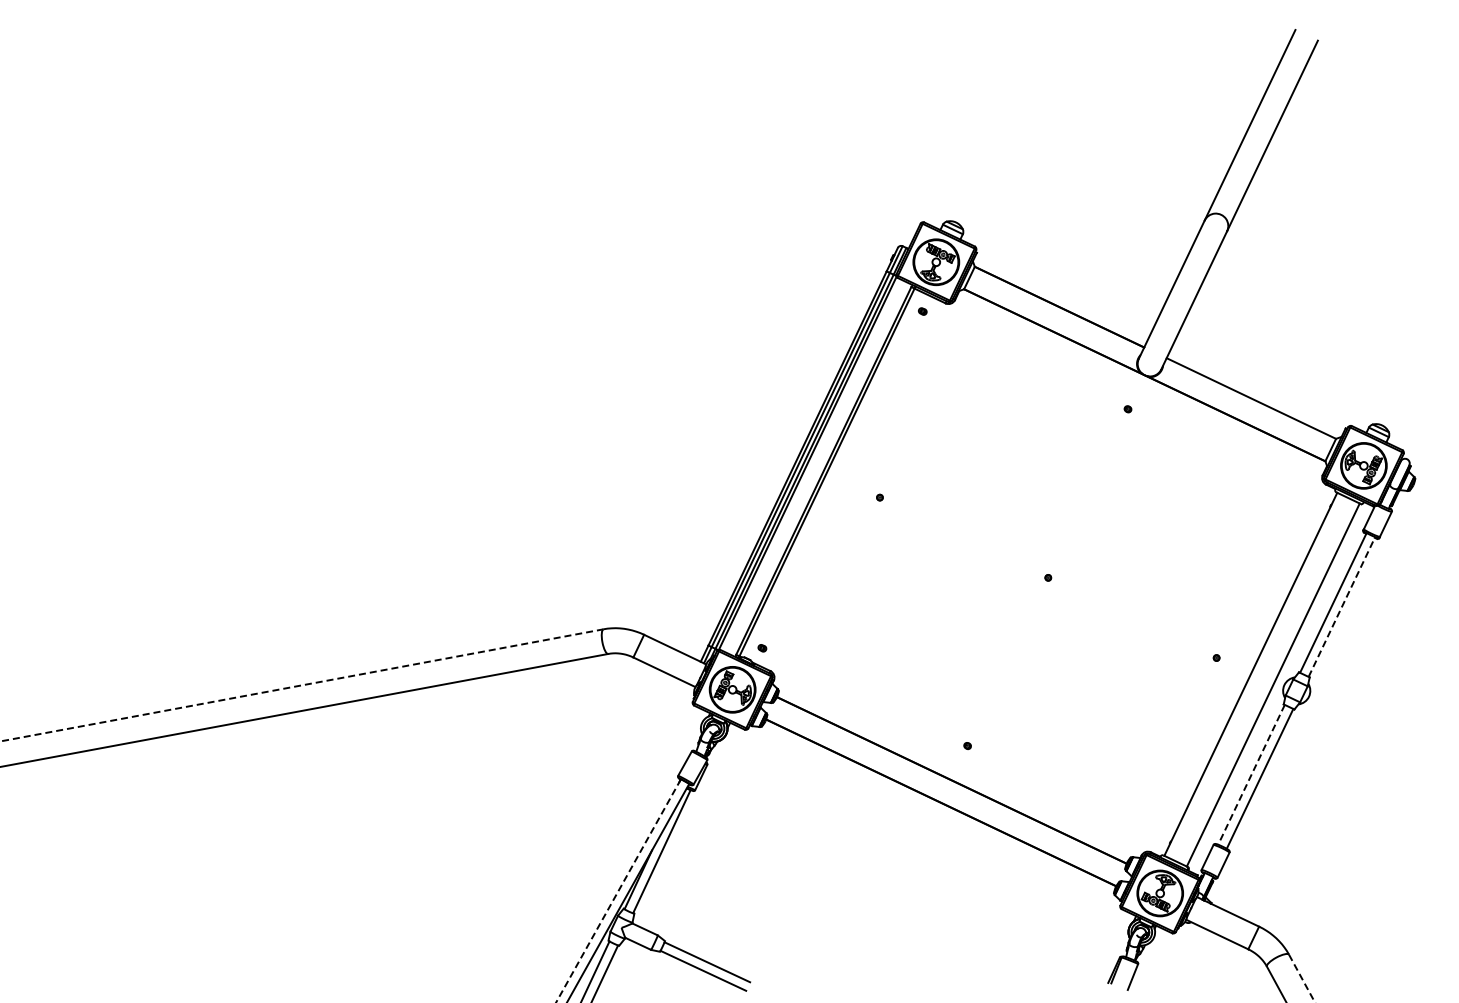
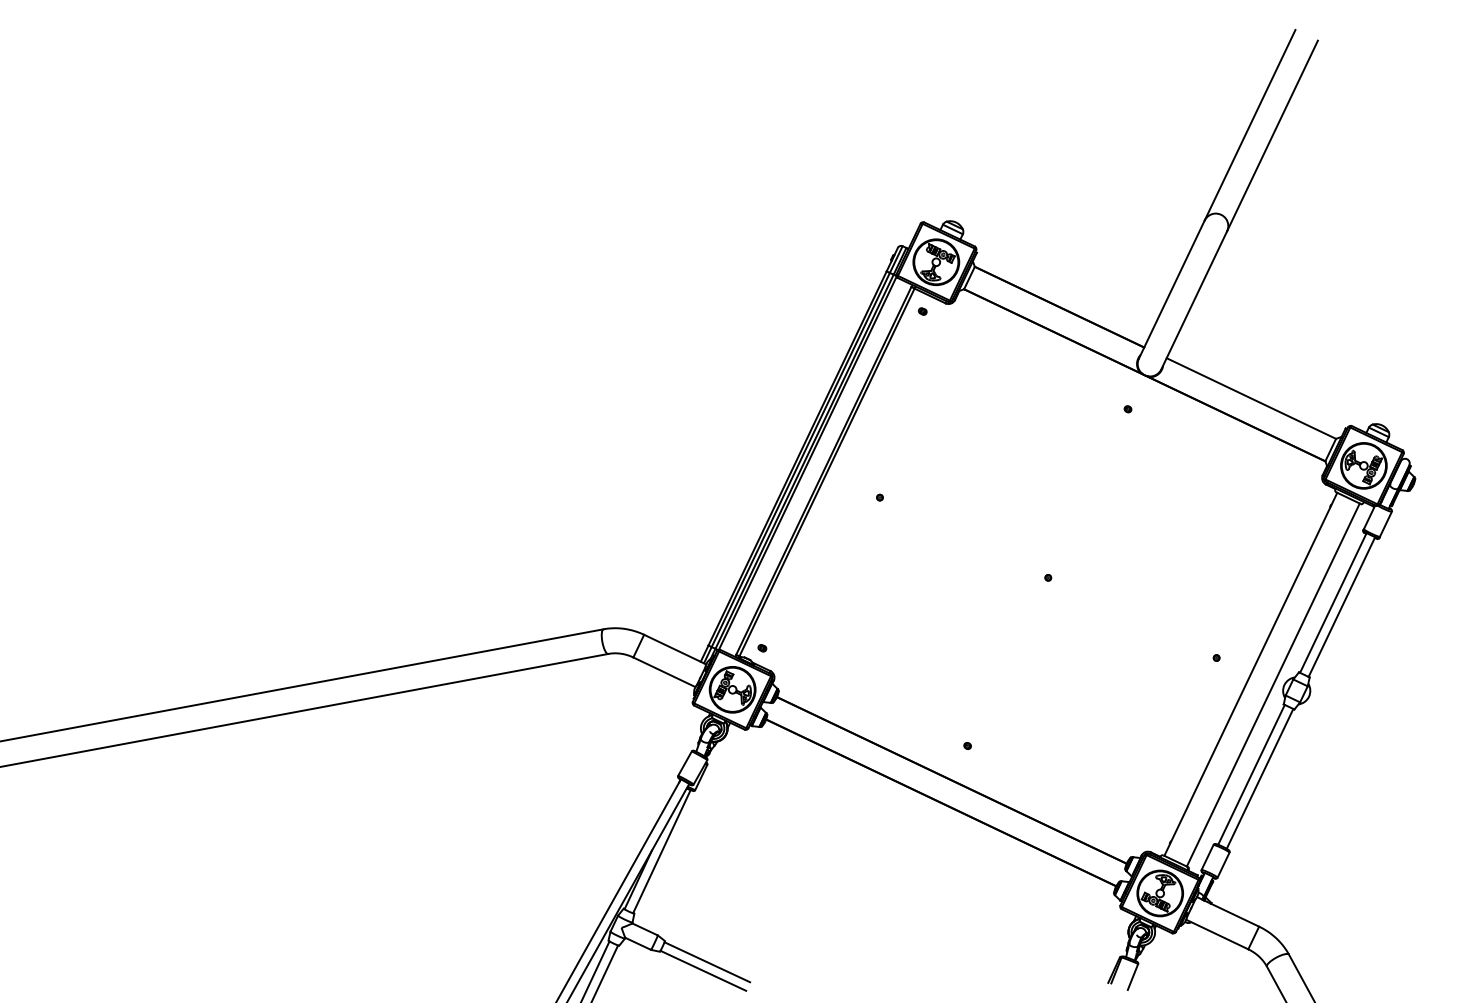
line at (1342, 606): dashed -> solid
line at (301, 685): dashed -> solid
line at (1251, 775): dashed -> solid
line at (618, 891): dashed -> solid
line at (1301, 978): dashed -> solid
